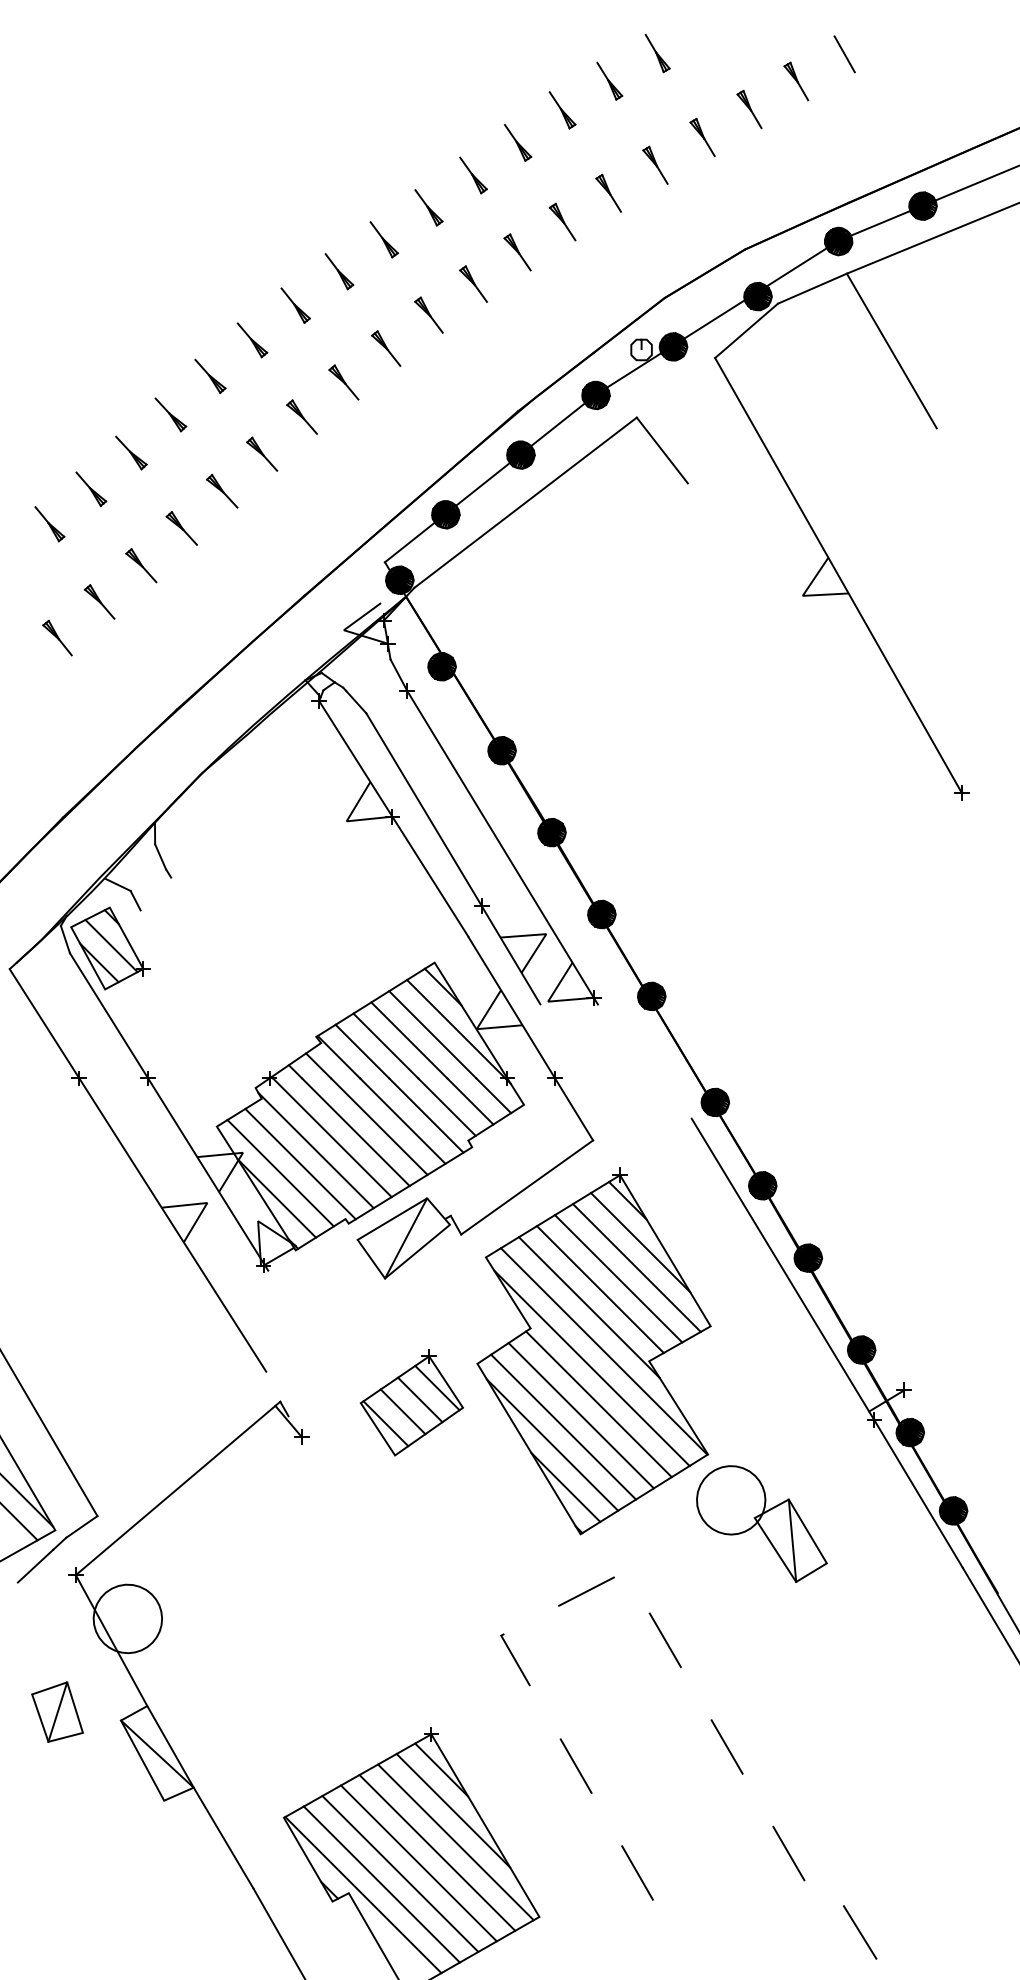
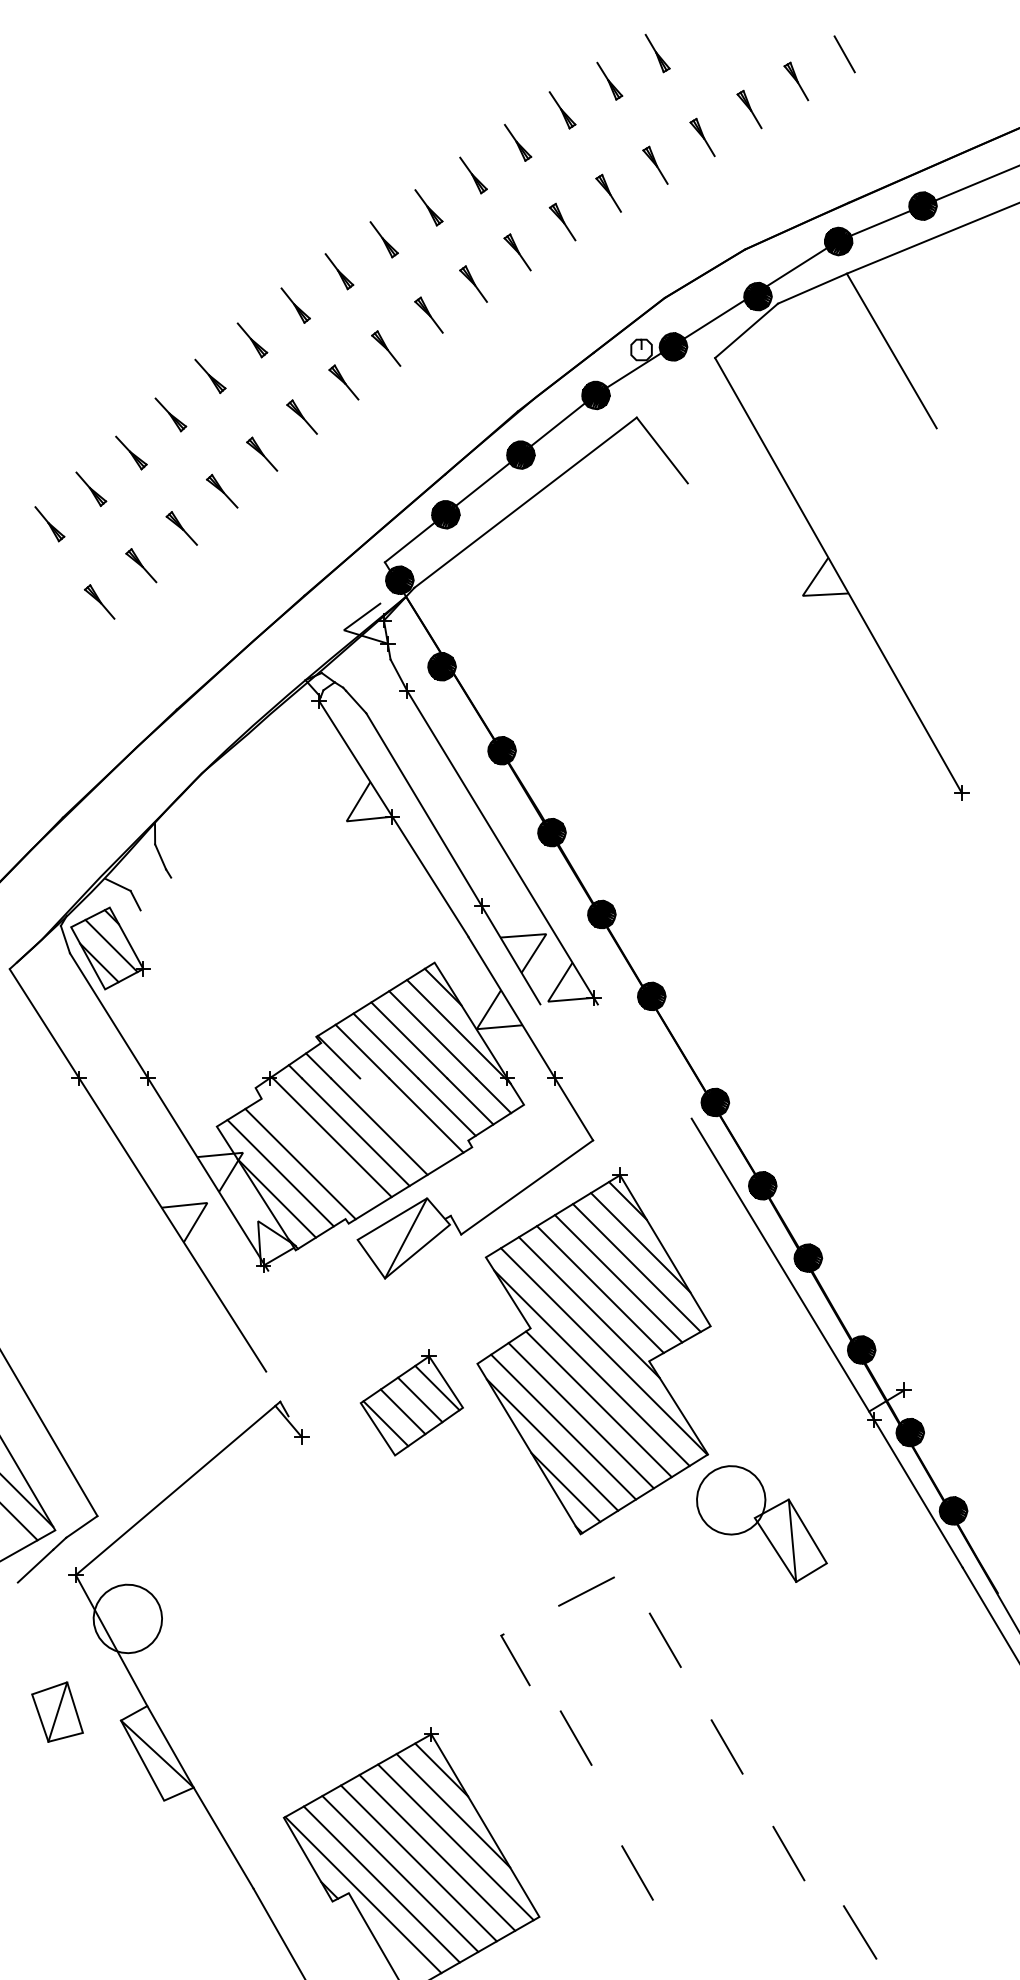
part at (57, 637): present -> none
line at (402, 1120): present -> none
line at (315, 1150): present -> none
line at (575, 1765) position: (575, 1765) -> (575, 1737)
